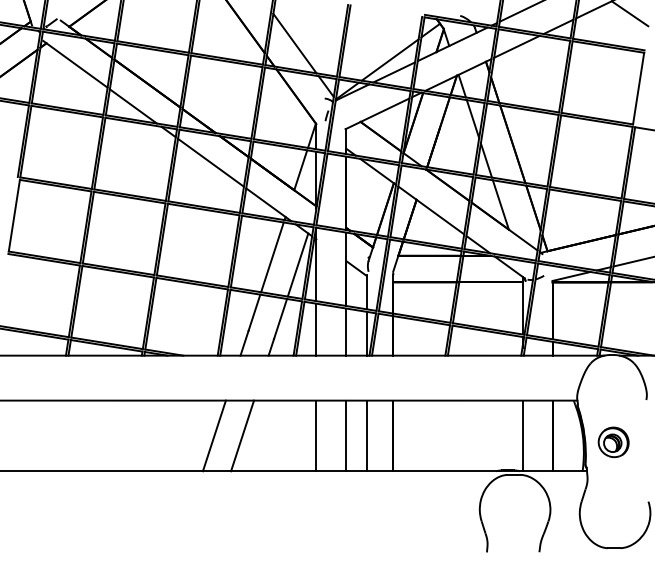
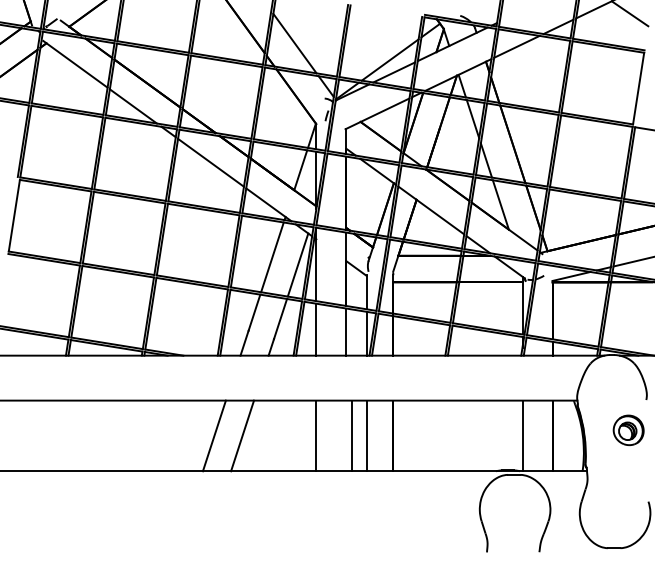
line at (519, 11): present -> none
line at (346, 435) position: (346, 435) -> (352, 435)
part at (613, 442) position: (613, 442) -> (628, 430)
